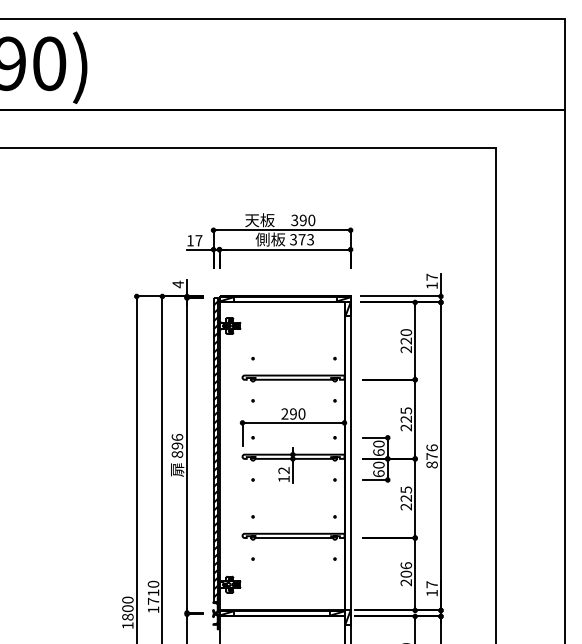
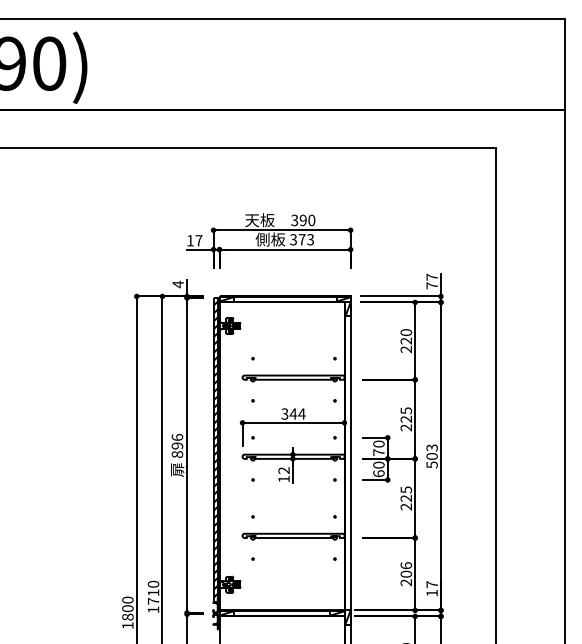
text at (431, 285): 17 -> 77
text at (293, 413): 290 -> 344
text at (378, 452): 60 -> 70
text at (431, 456): 876 -> 503
